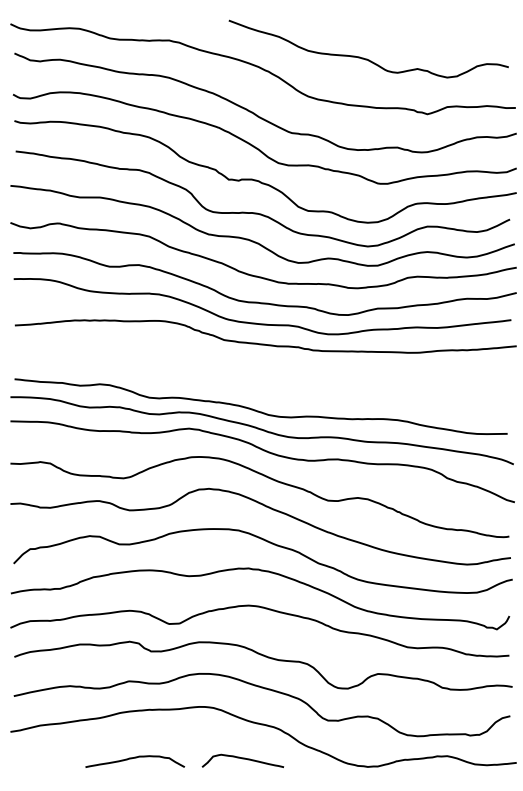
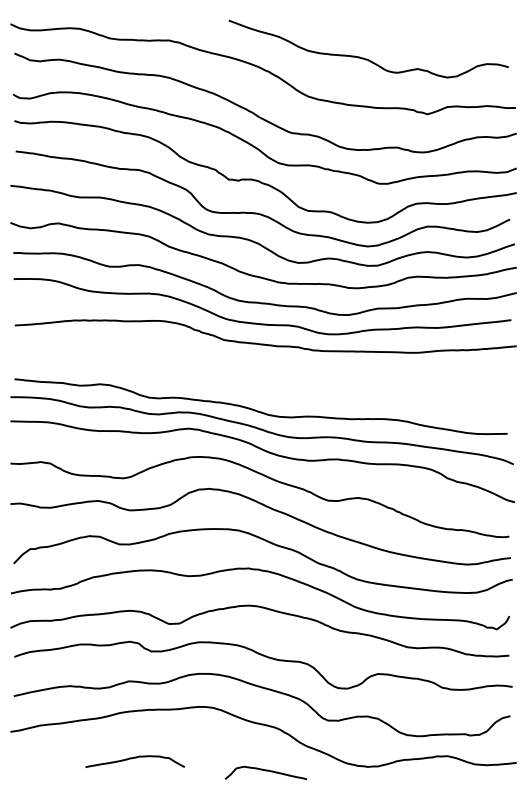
curve at (242, 759) position: (242, 759) -> (265, 771)
